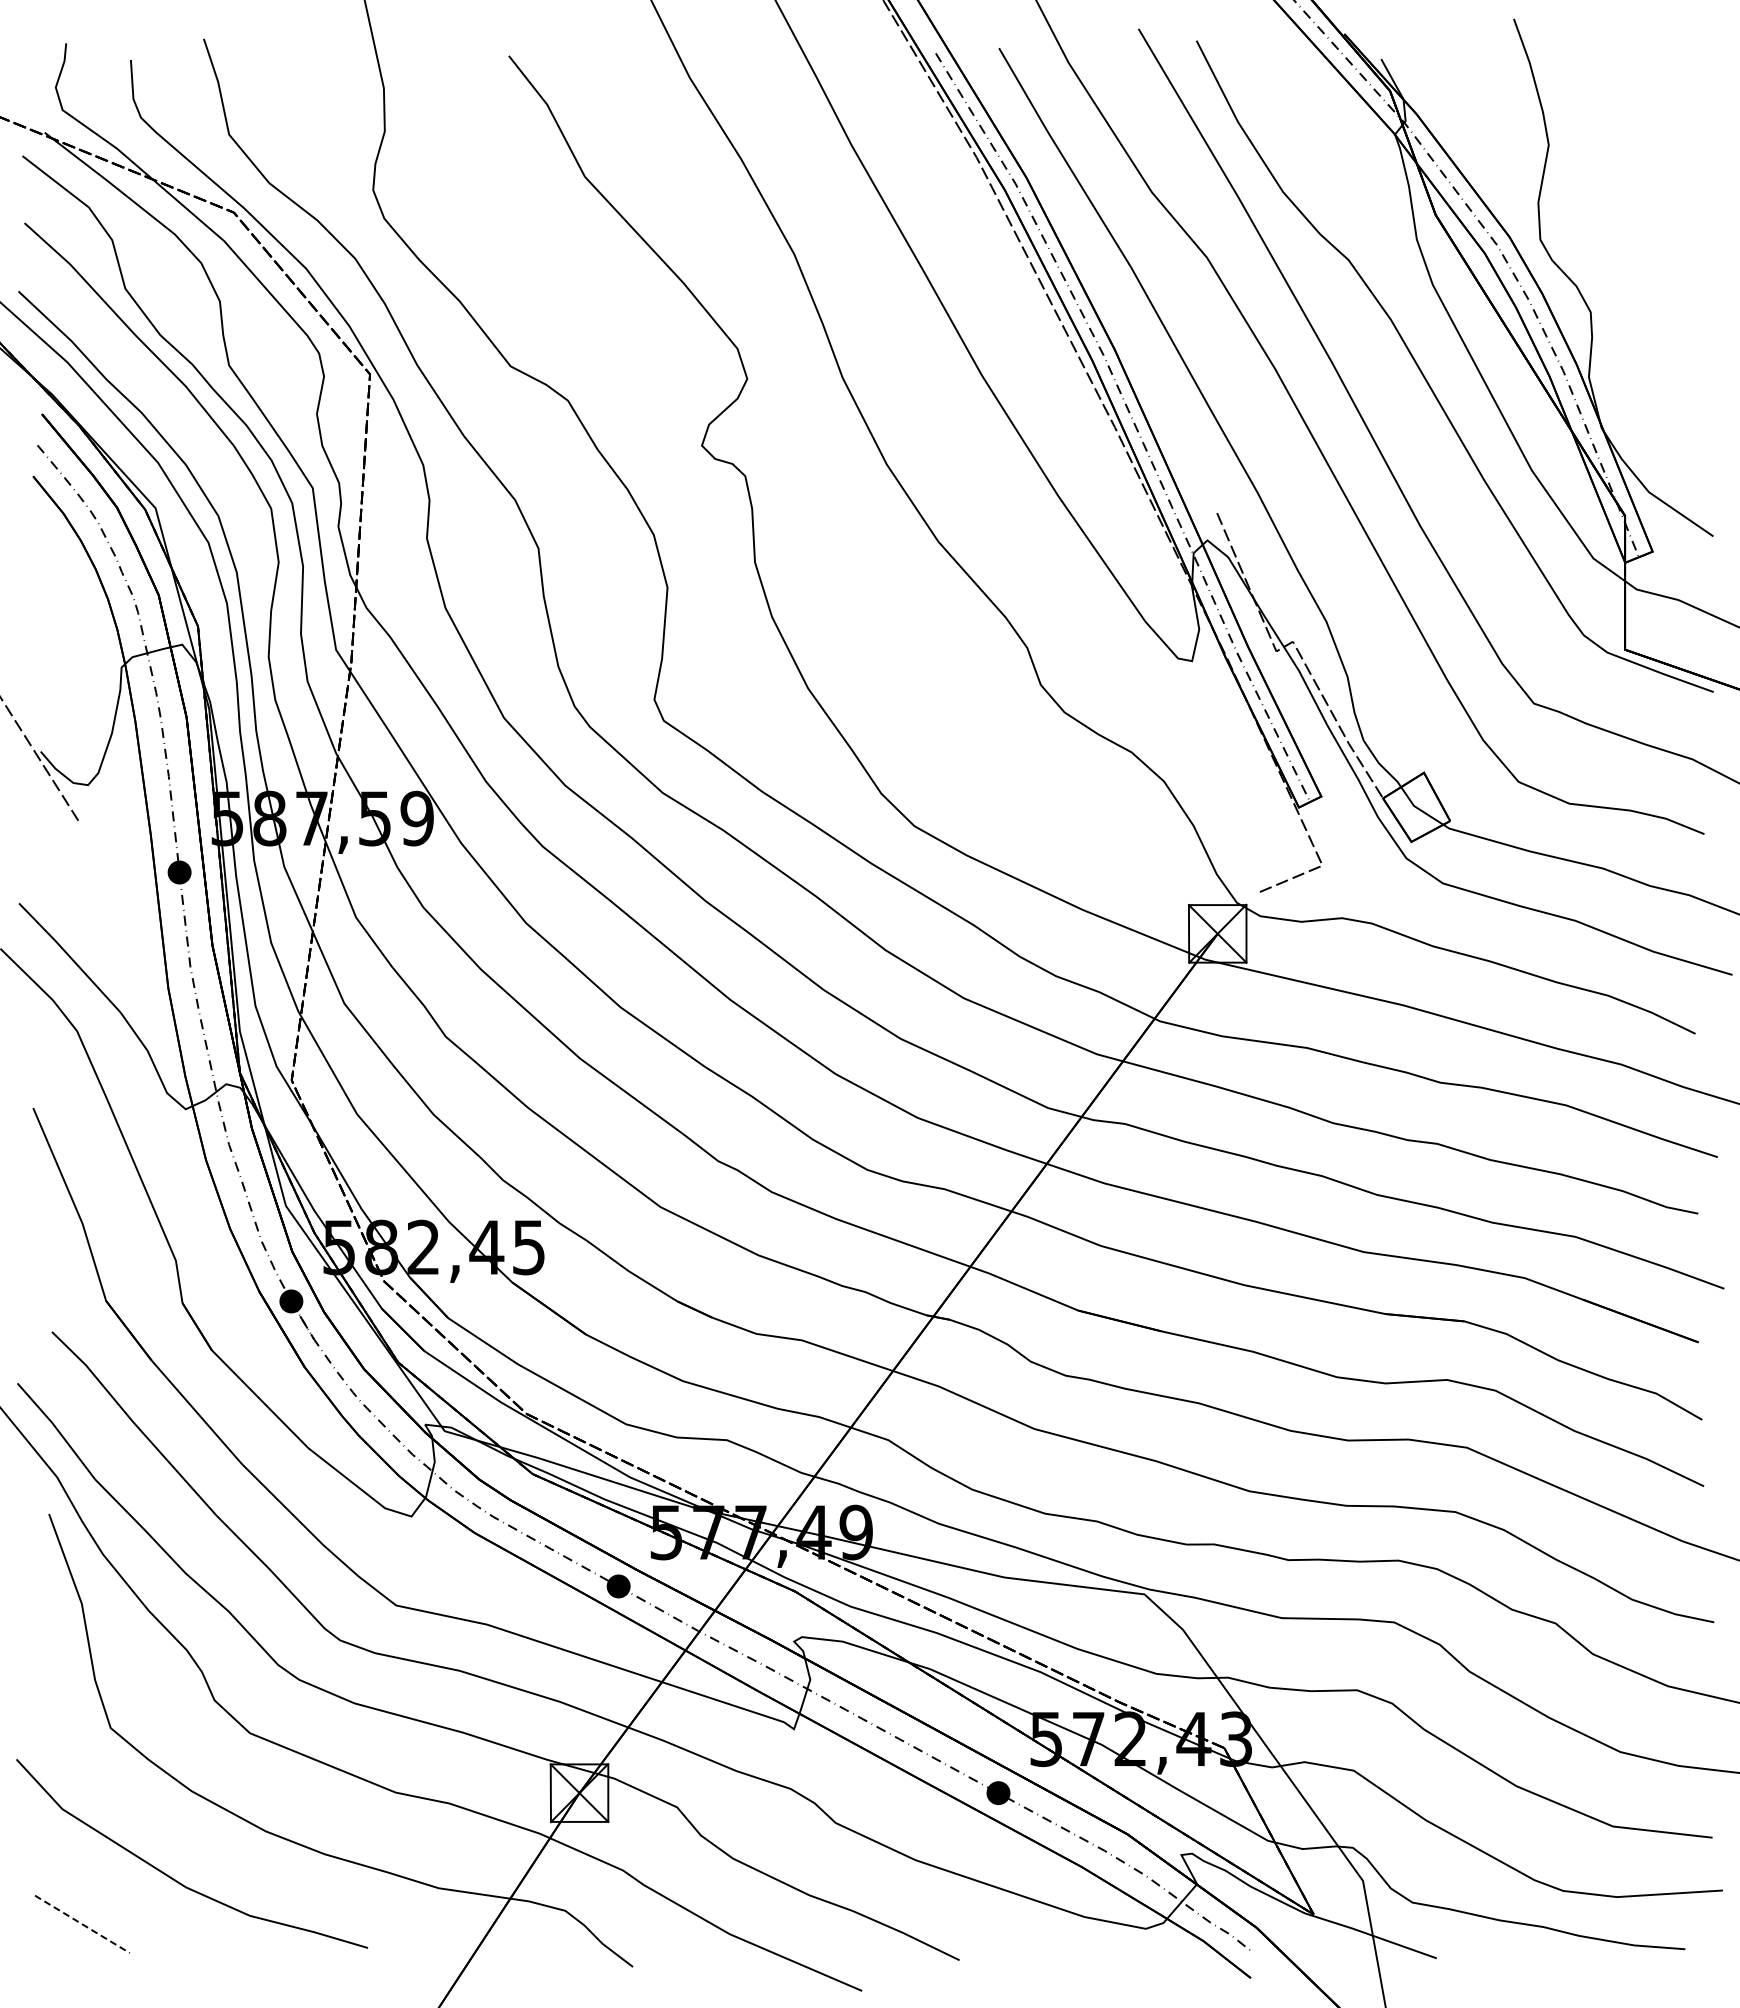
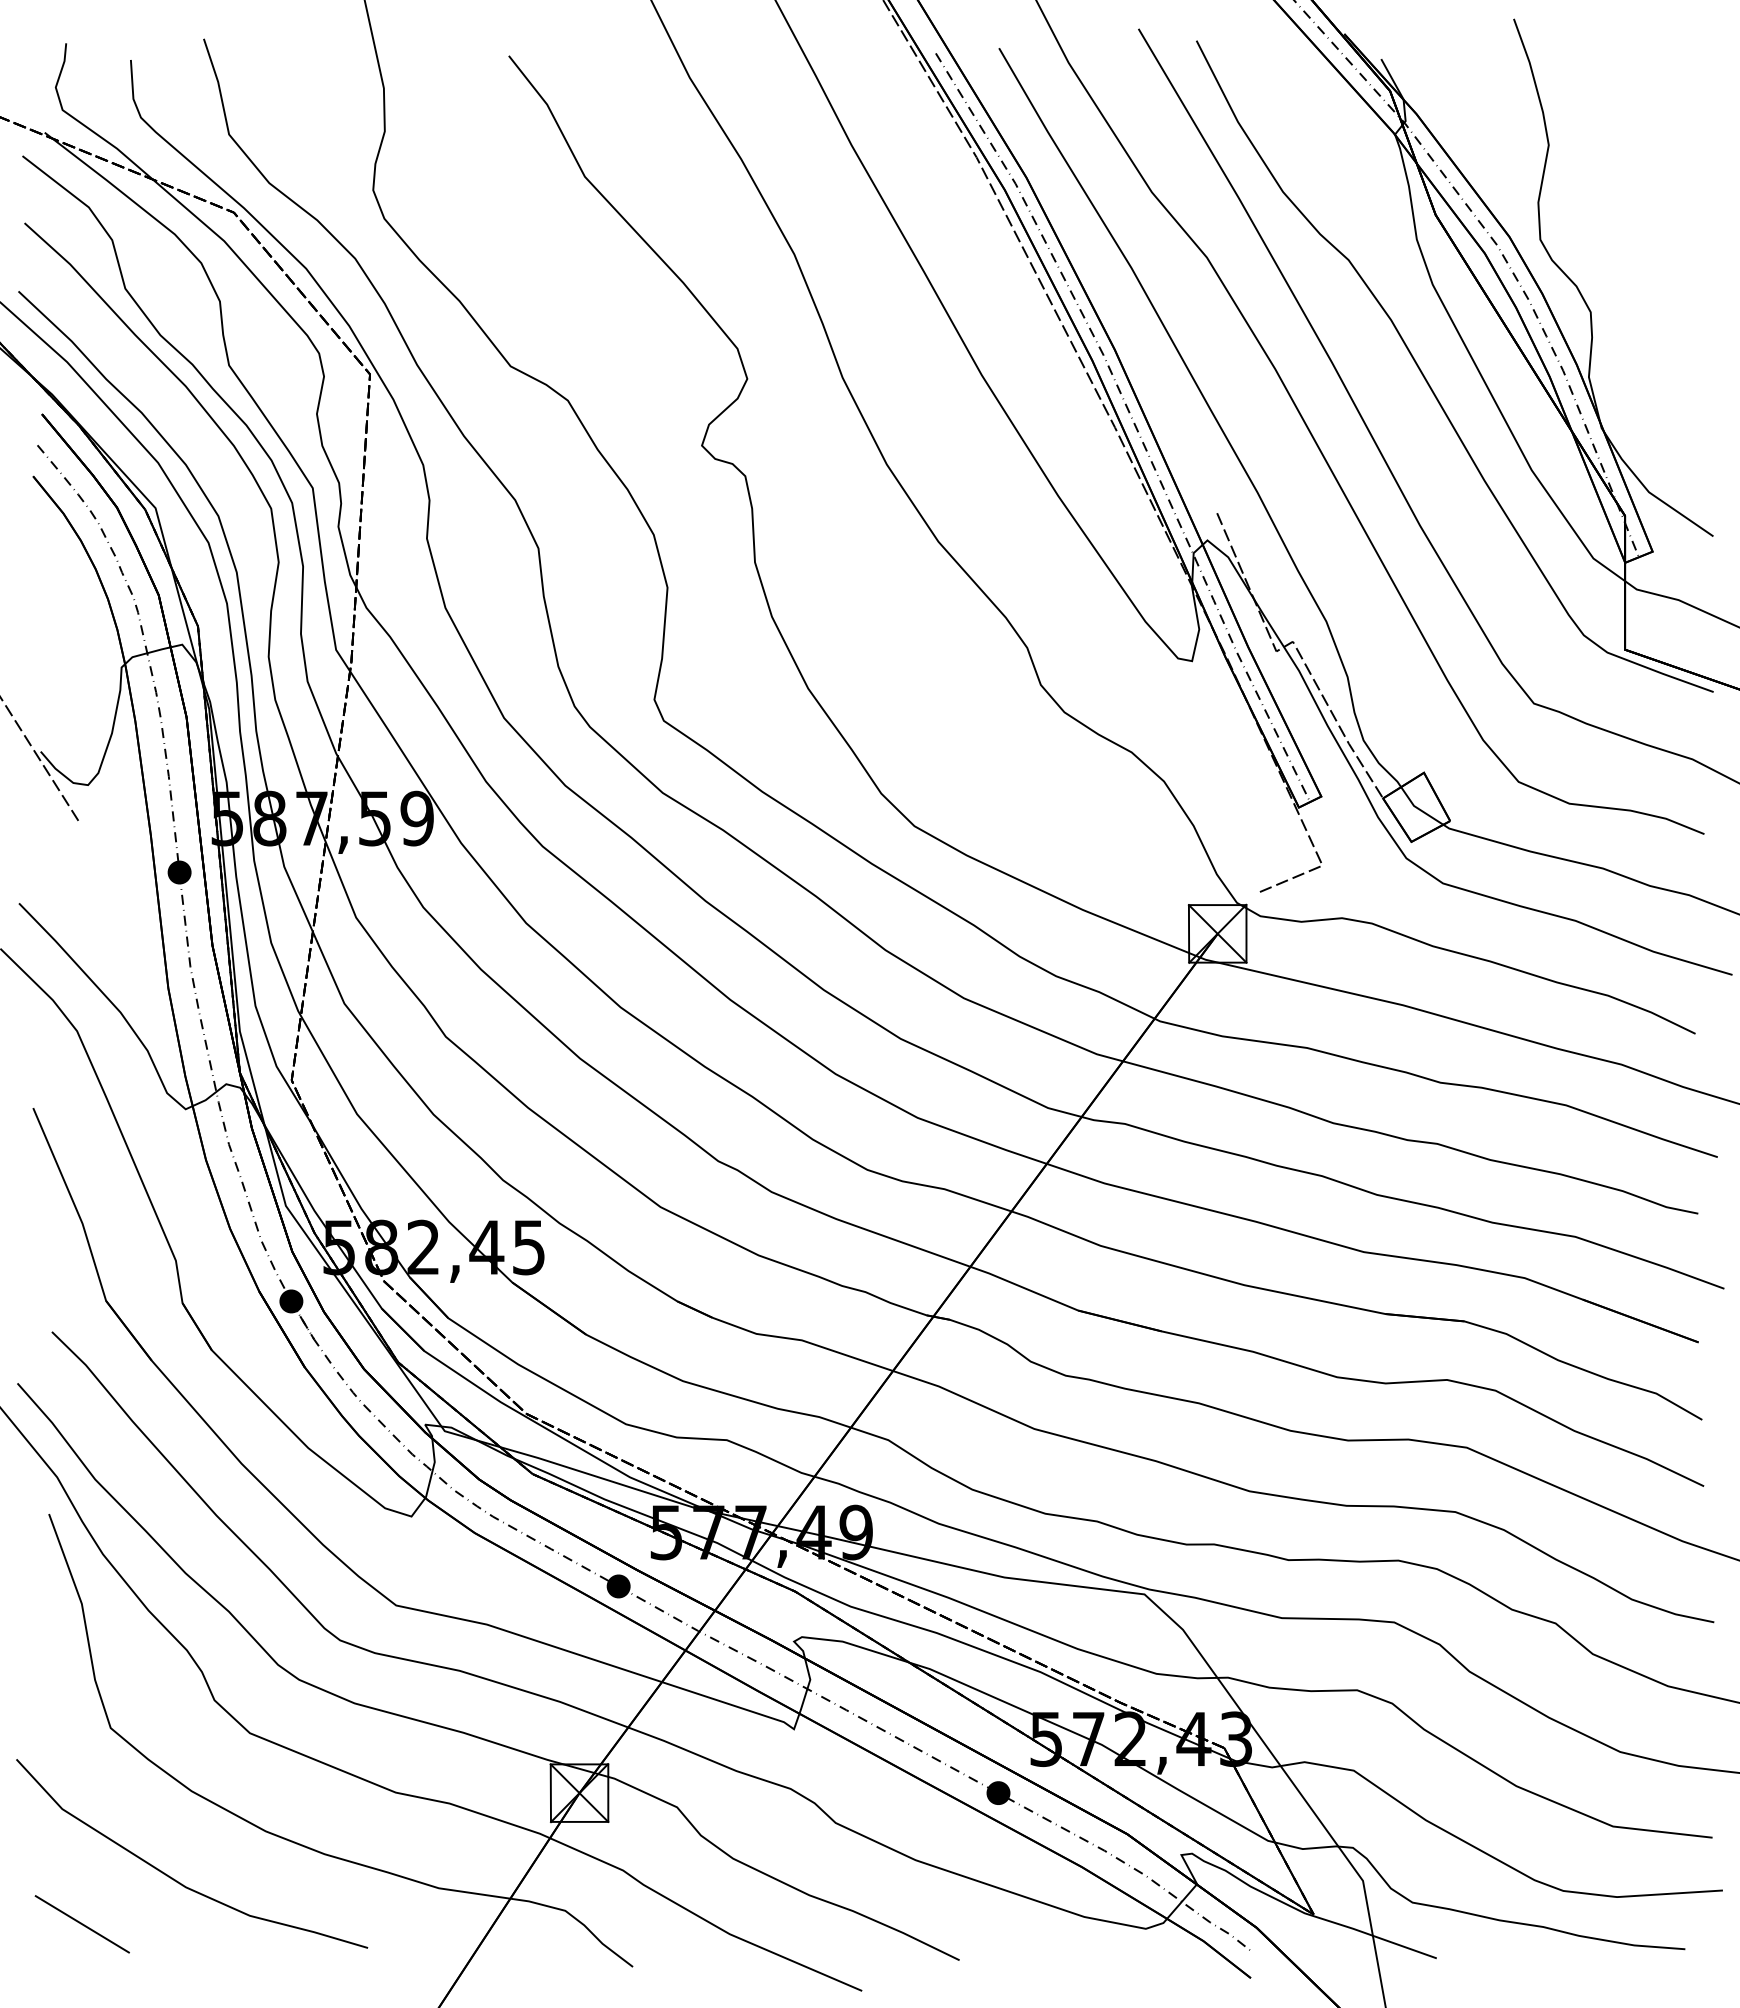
line at (82, 1924): dashed -> solid
